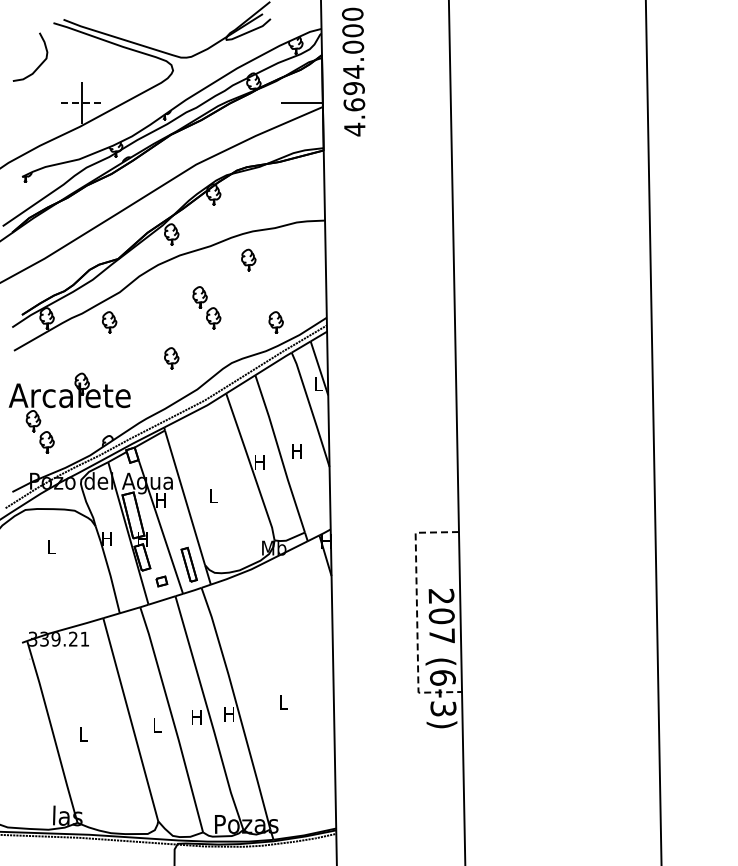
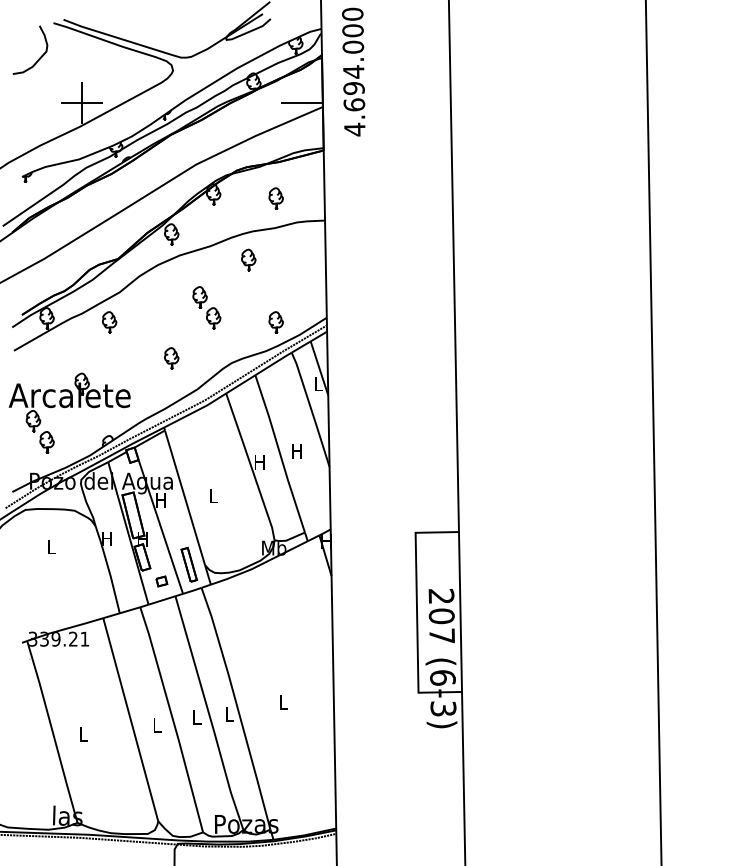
curve at (39, 64) position: (39, 64) -> (39, 57)
line at (81, 103): dashed -> solid
part at (275, 198): none -> present
line at (417, 612): dashed -> solid
text at (228, 714): H -> L
text at (196, 717): H -> L
